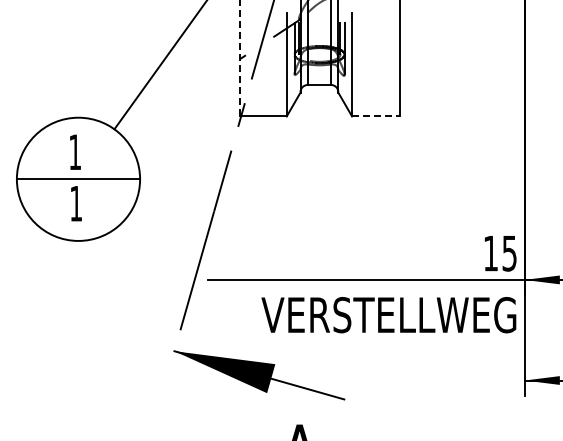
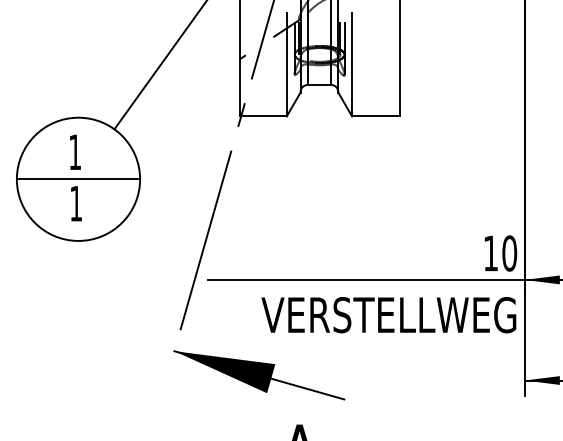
line at (239, 58): dashed -> solid
line at (376, 116): dashed -> solid
text at (509, 253): 15 -> 10
